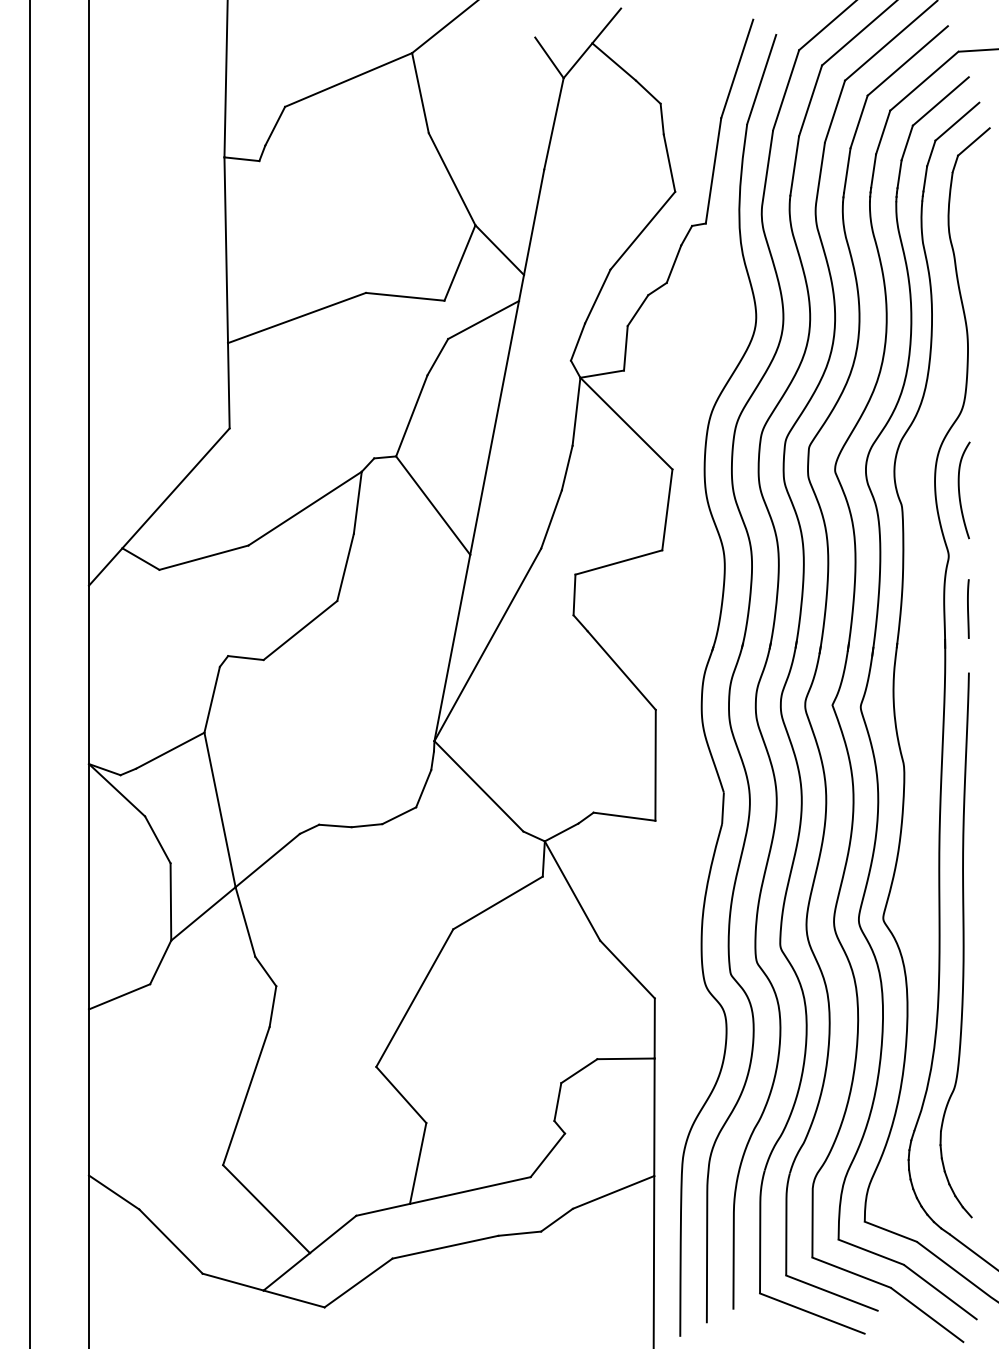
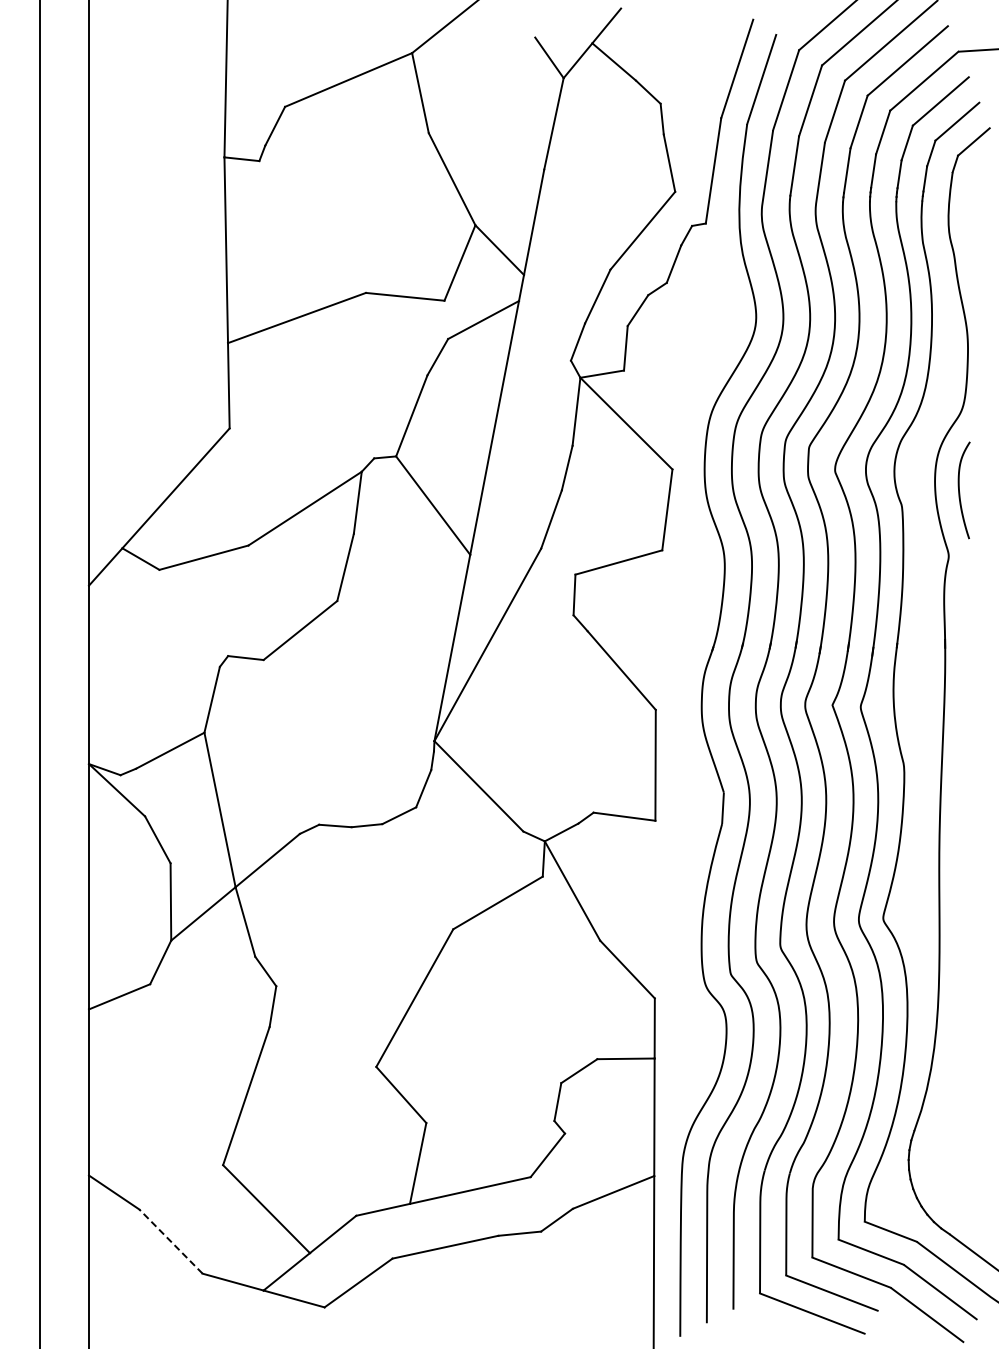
line at (968, 608): present -> none
line at (30, 673) position: (30, 673) -> (40, 673)
part at (962, 945): present -> none
line at (170, 1241): solid -> dashed
